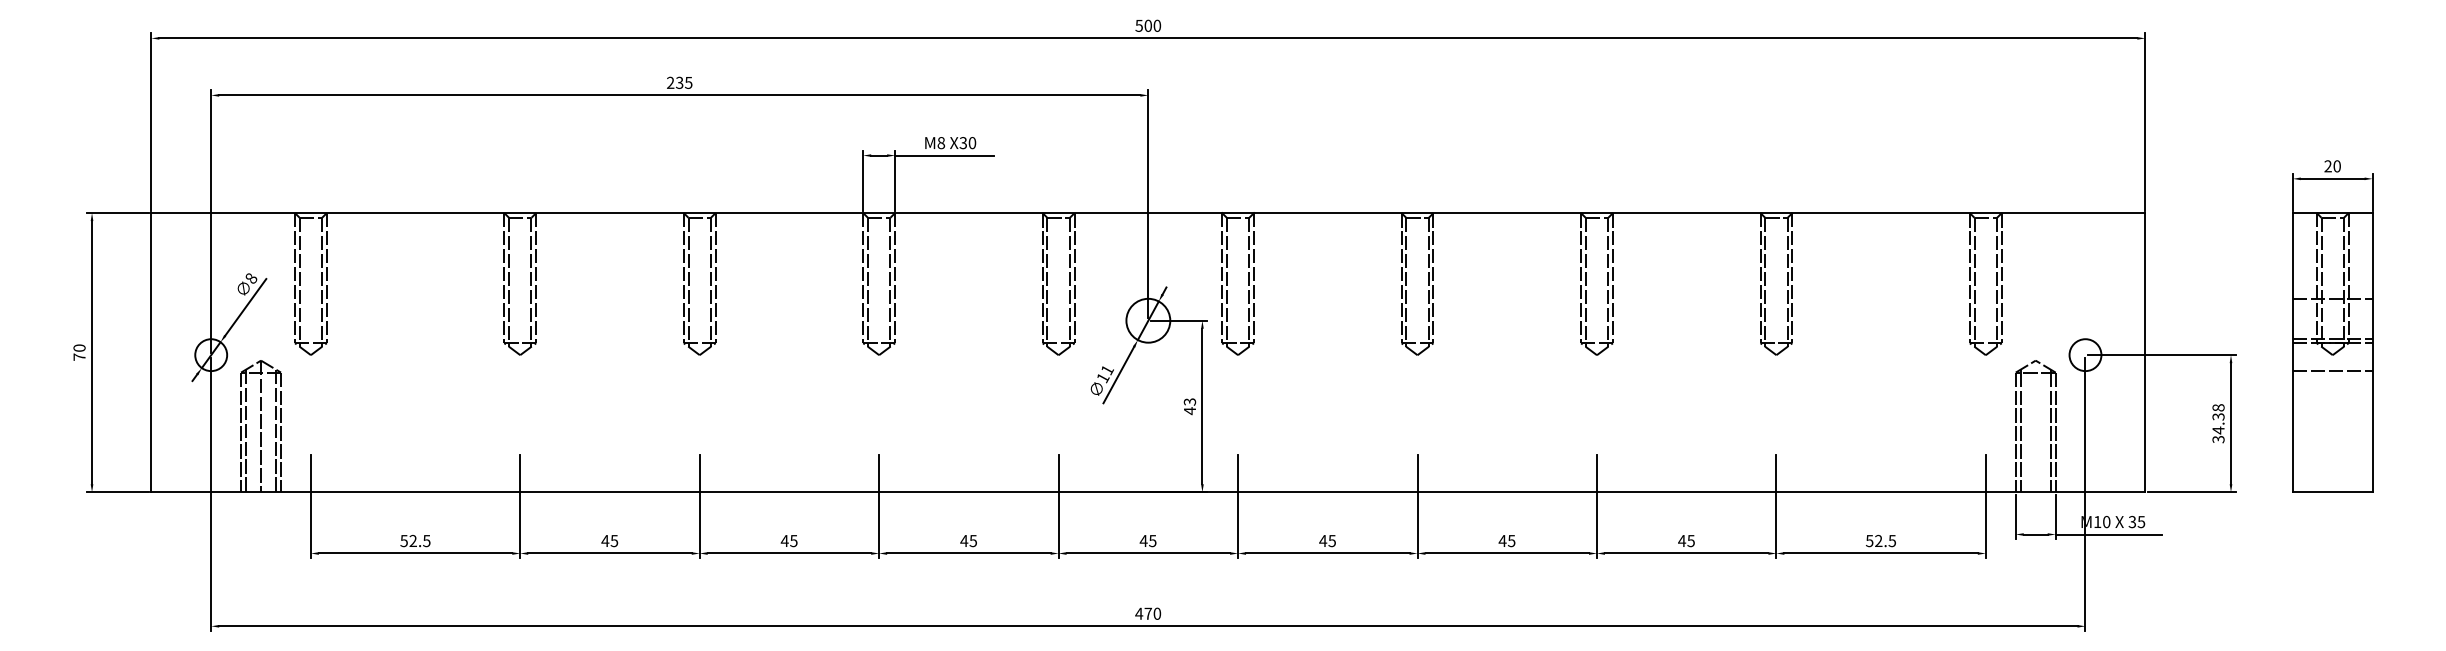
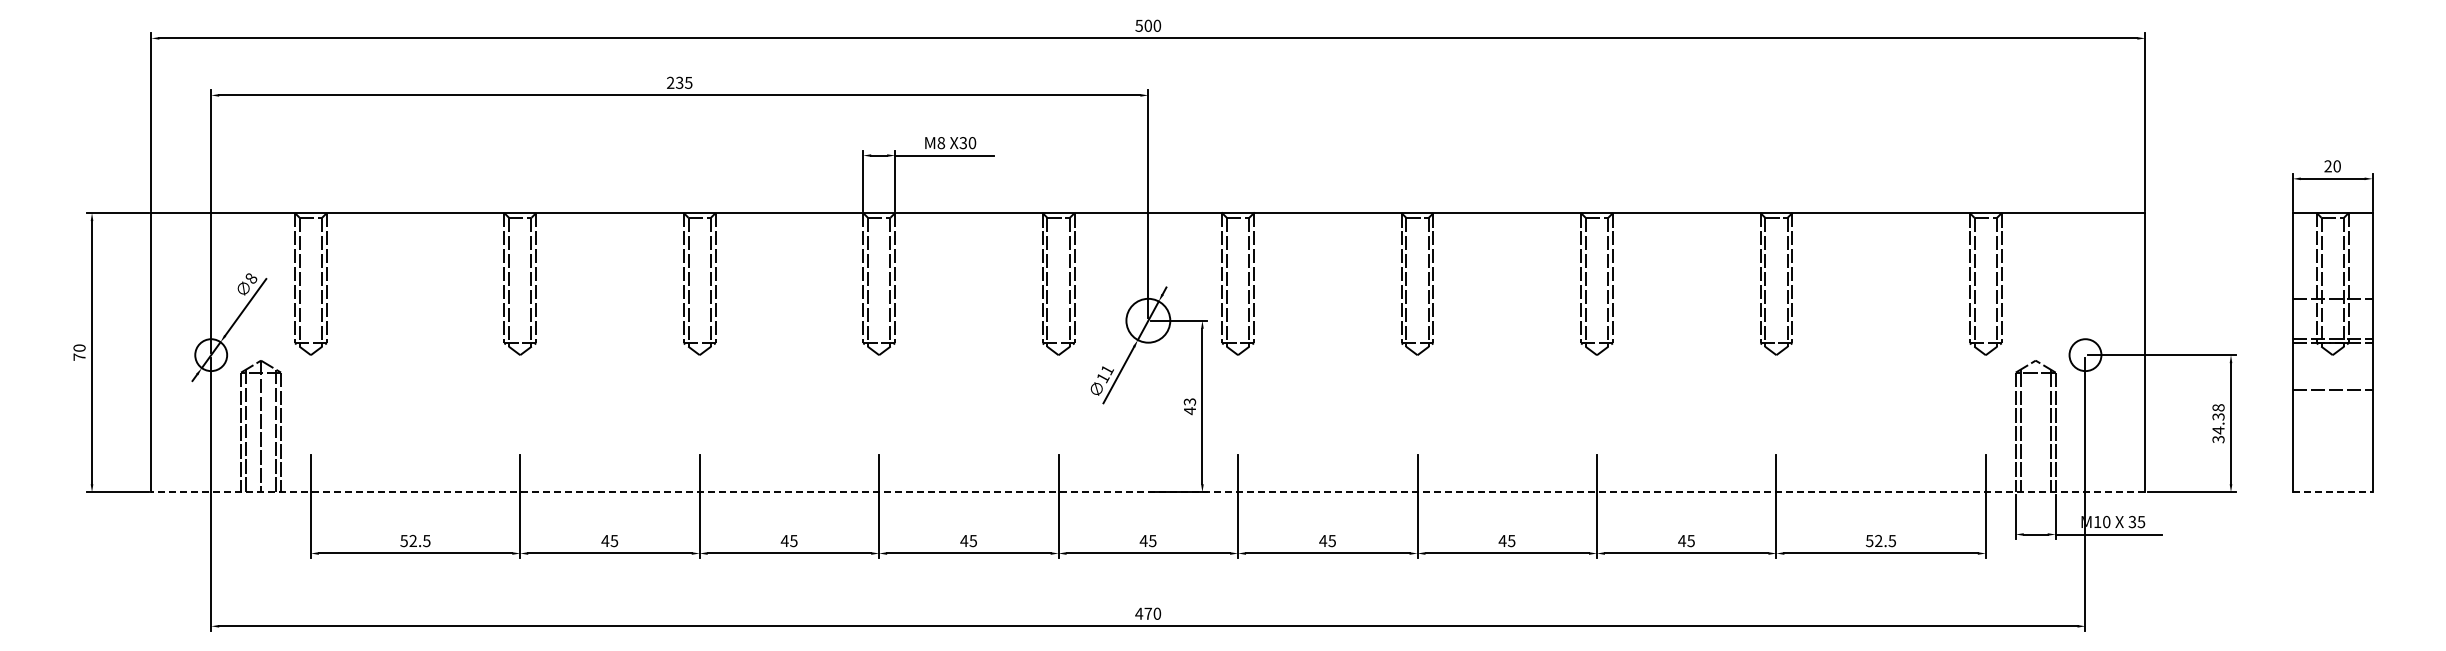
line at (2332, 371) position: (2332, 371) -> (2332, 390)
line at (1148, 492): solid -> dashed
line at (2332, 492): solid -> dashed
